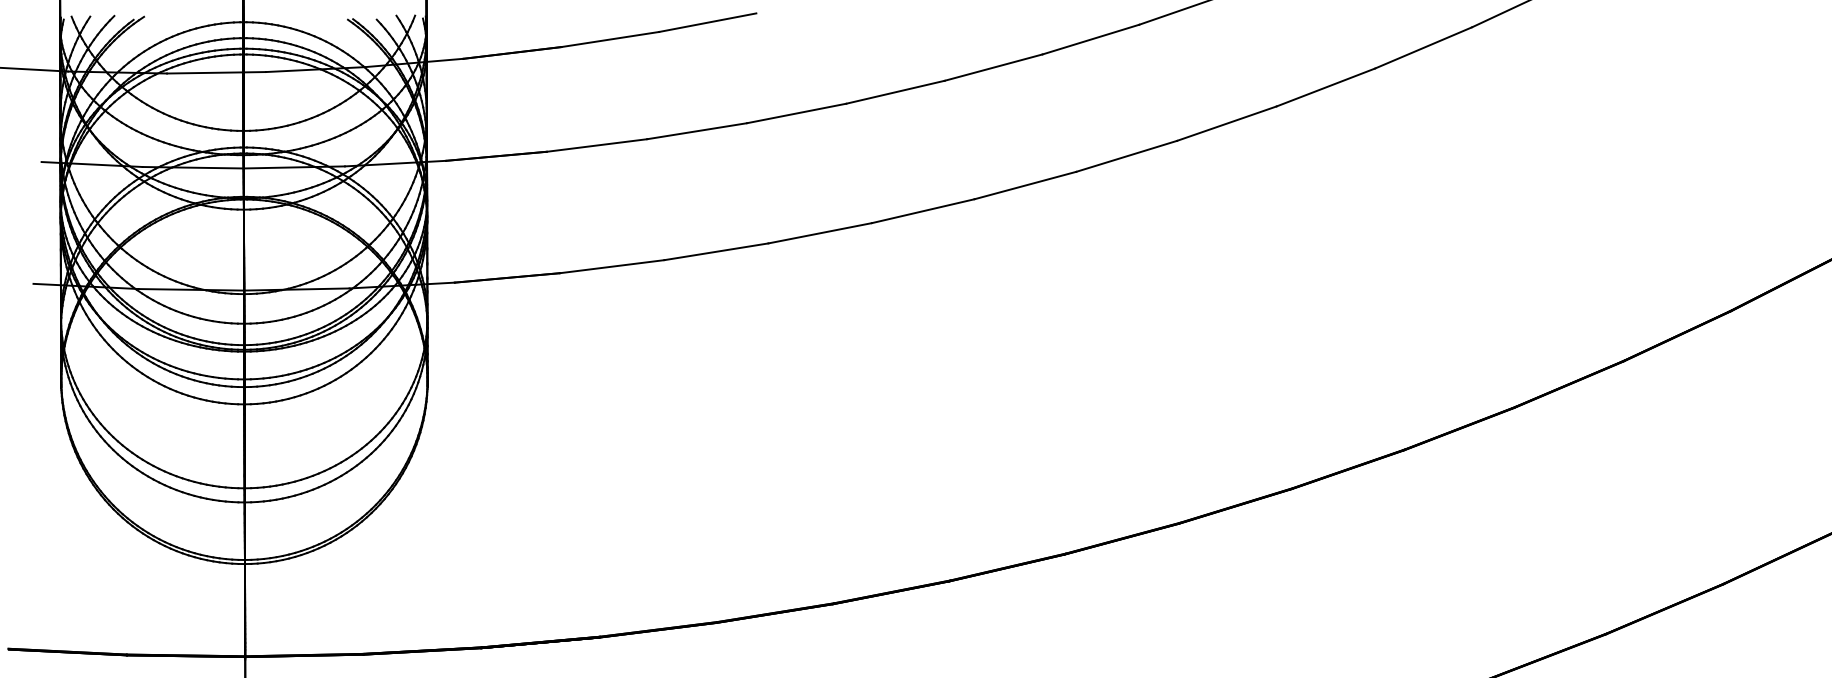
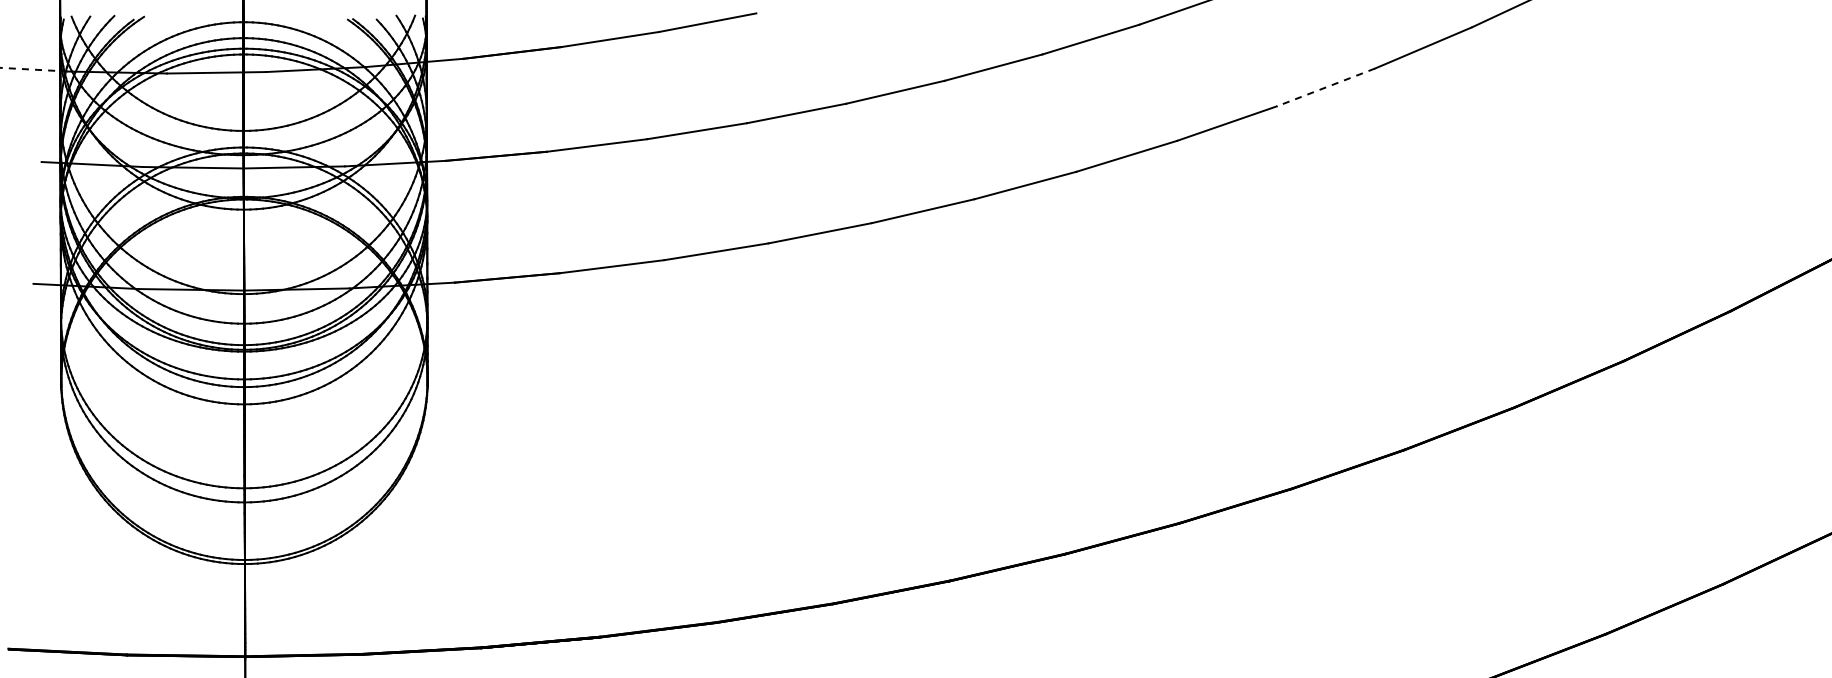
line at (34, 69): solid -> dashed
line at (1325, 87): solid -> dashed
